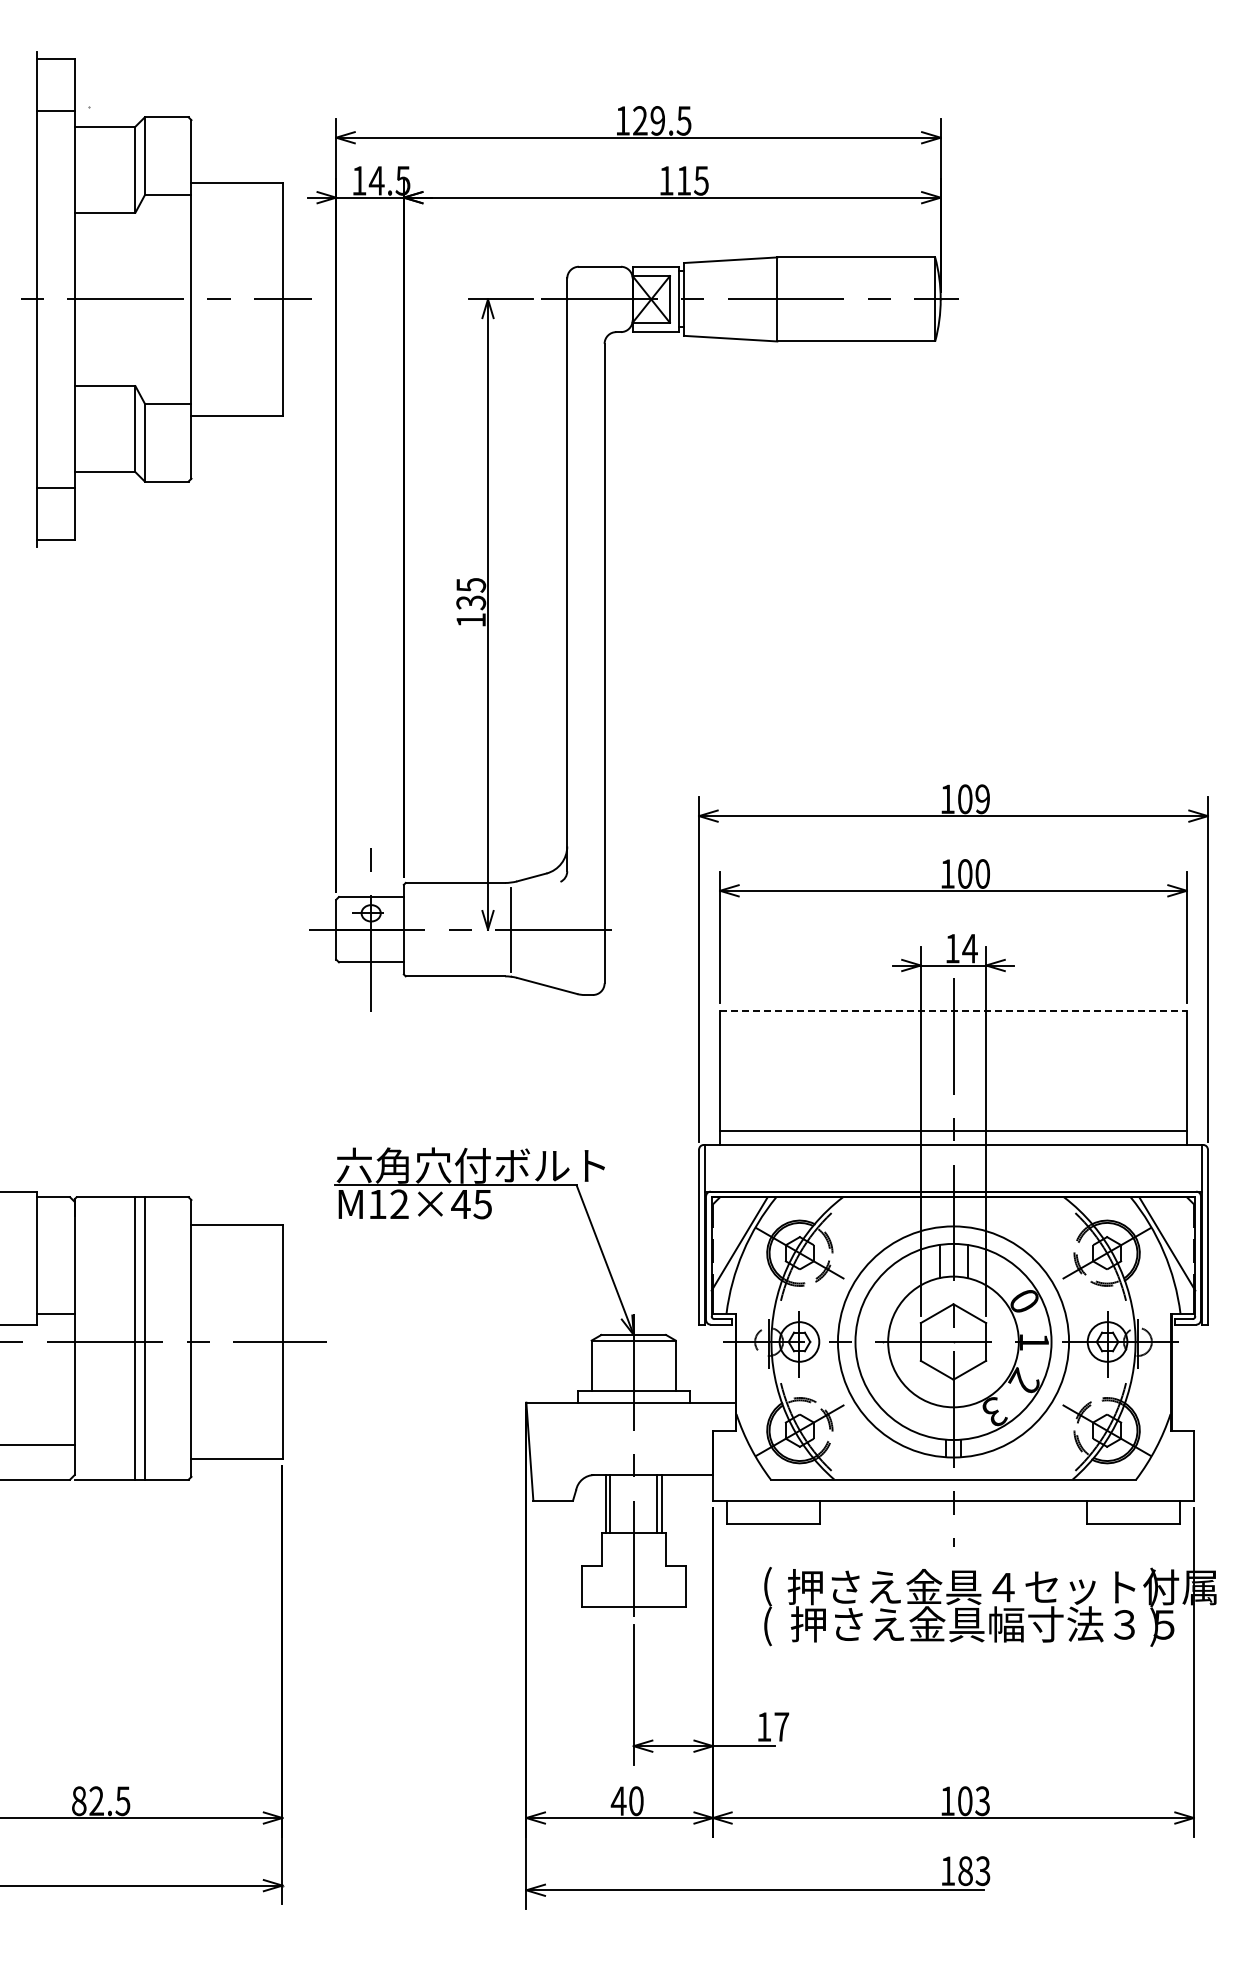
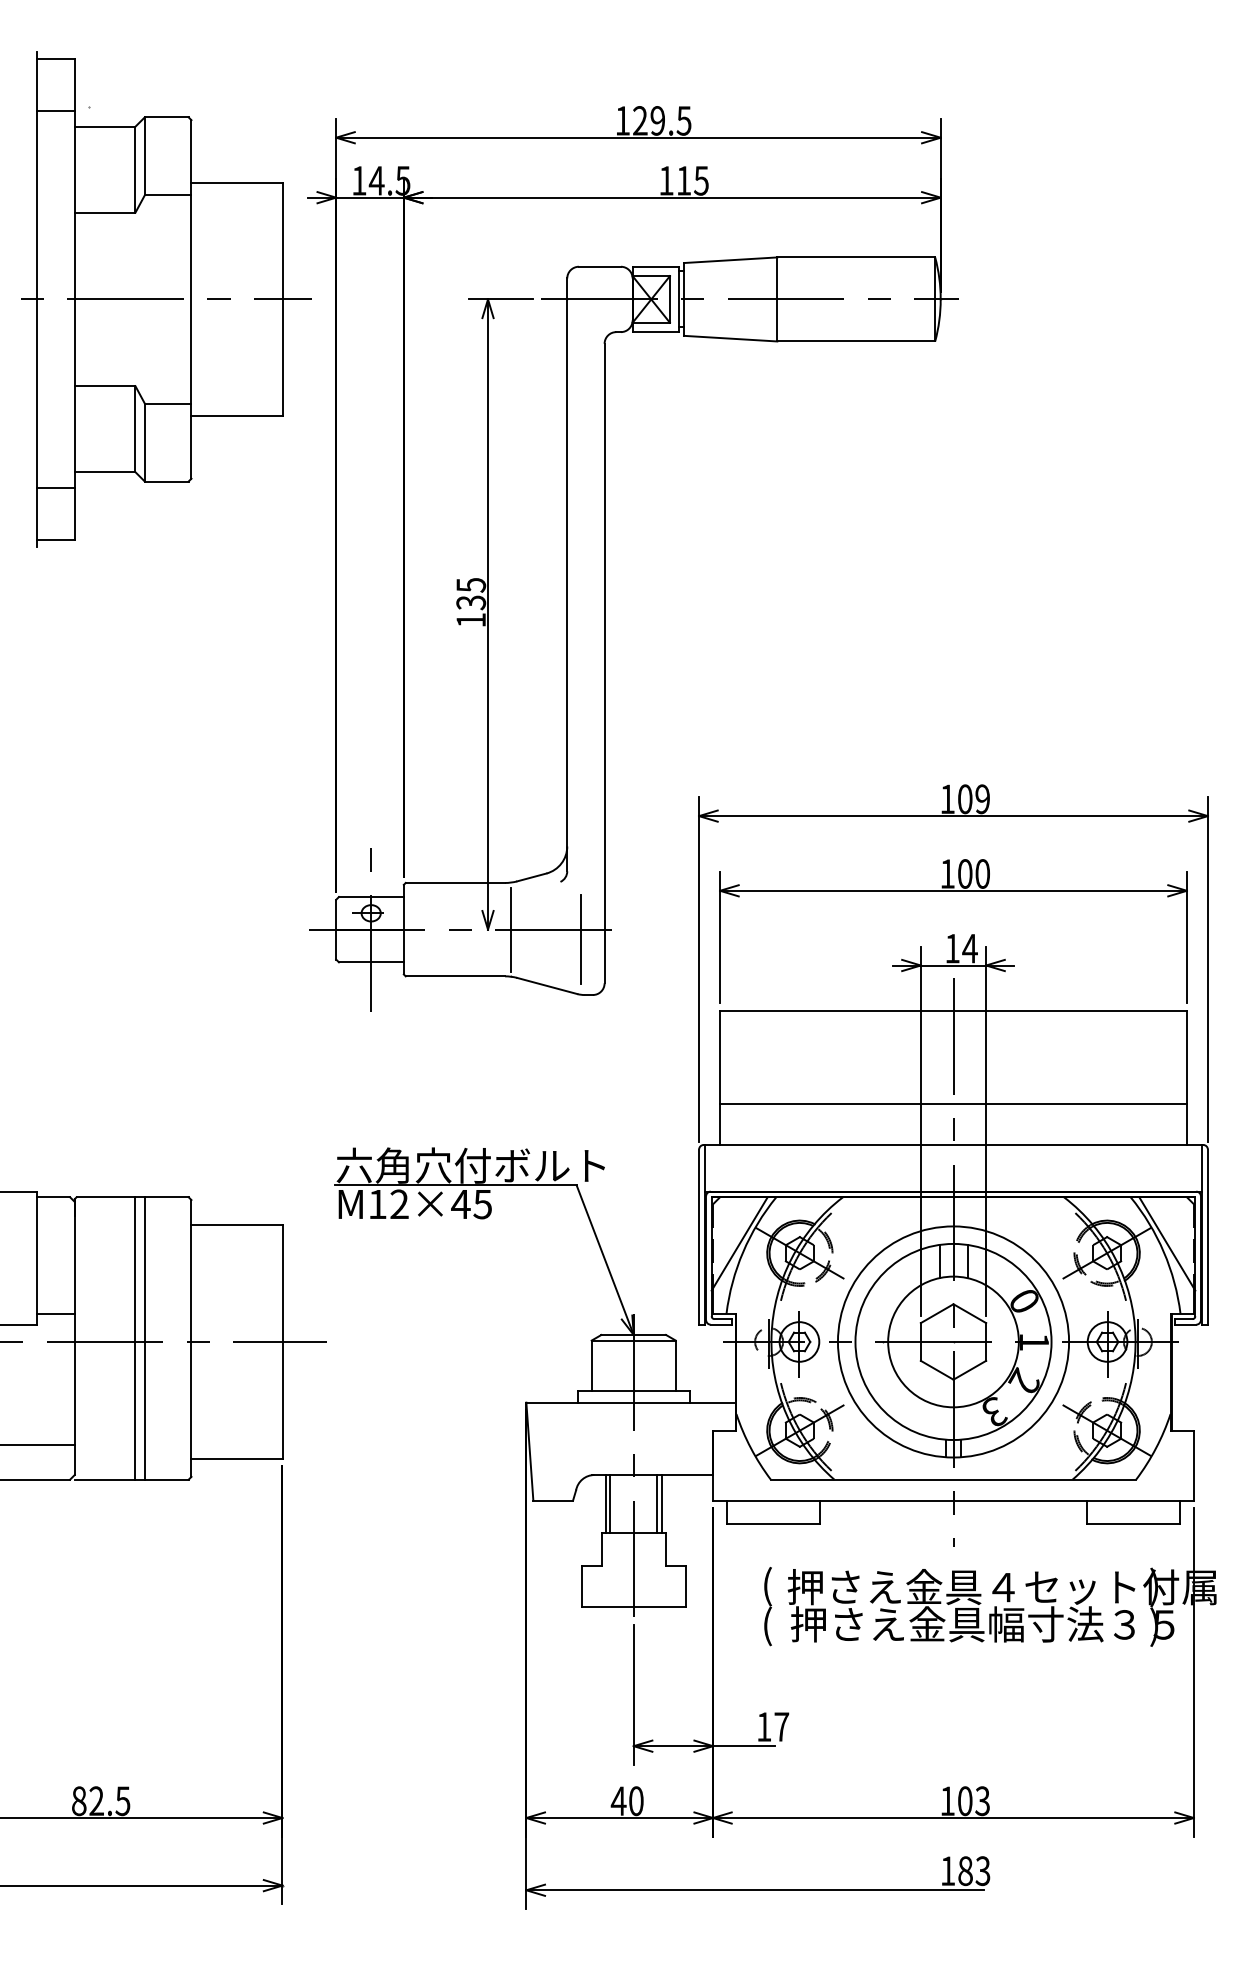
line at (580, 939): none -> present
line at (954, 1010): dashed -> solid
line at (953, 1130) position: (953, 1130) -> (953, 1103)
